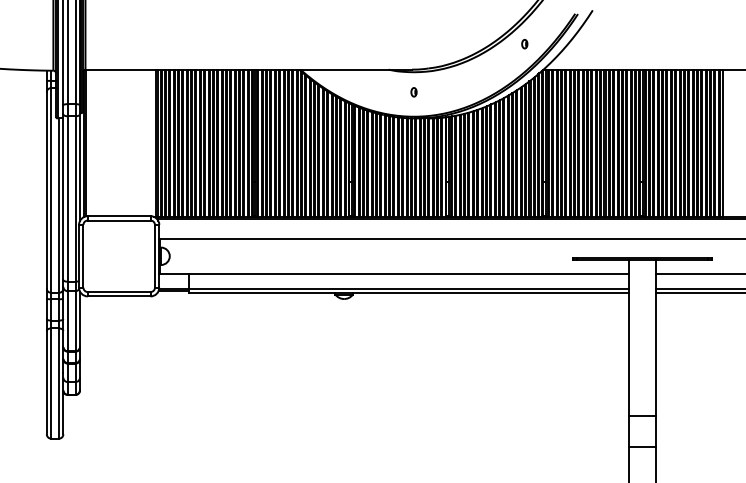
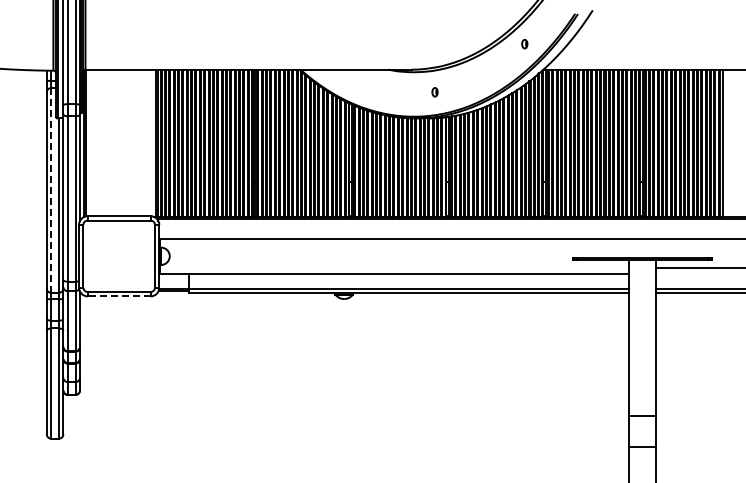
part at (413, 92) position: (413, 92) -> (434, 92)
line at (51, 190): solid -> dashed
line at (698, 273) position: (698, 273) -> (698, 267)
line at (118, 296): solid -> dashed
